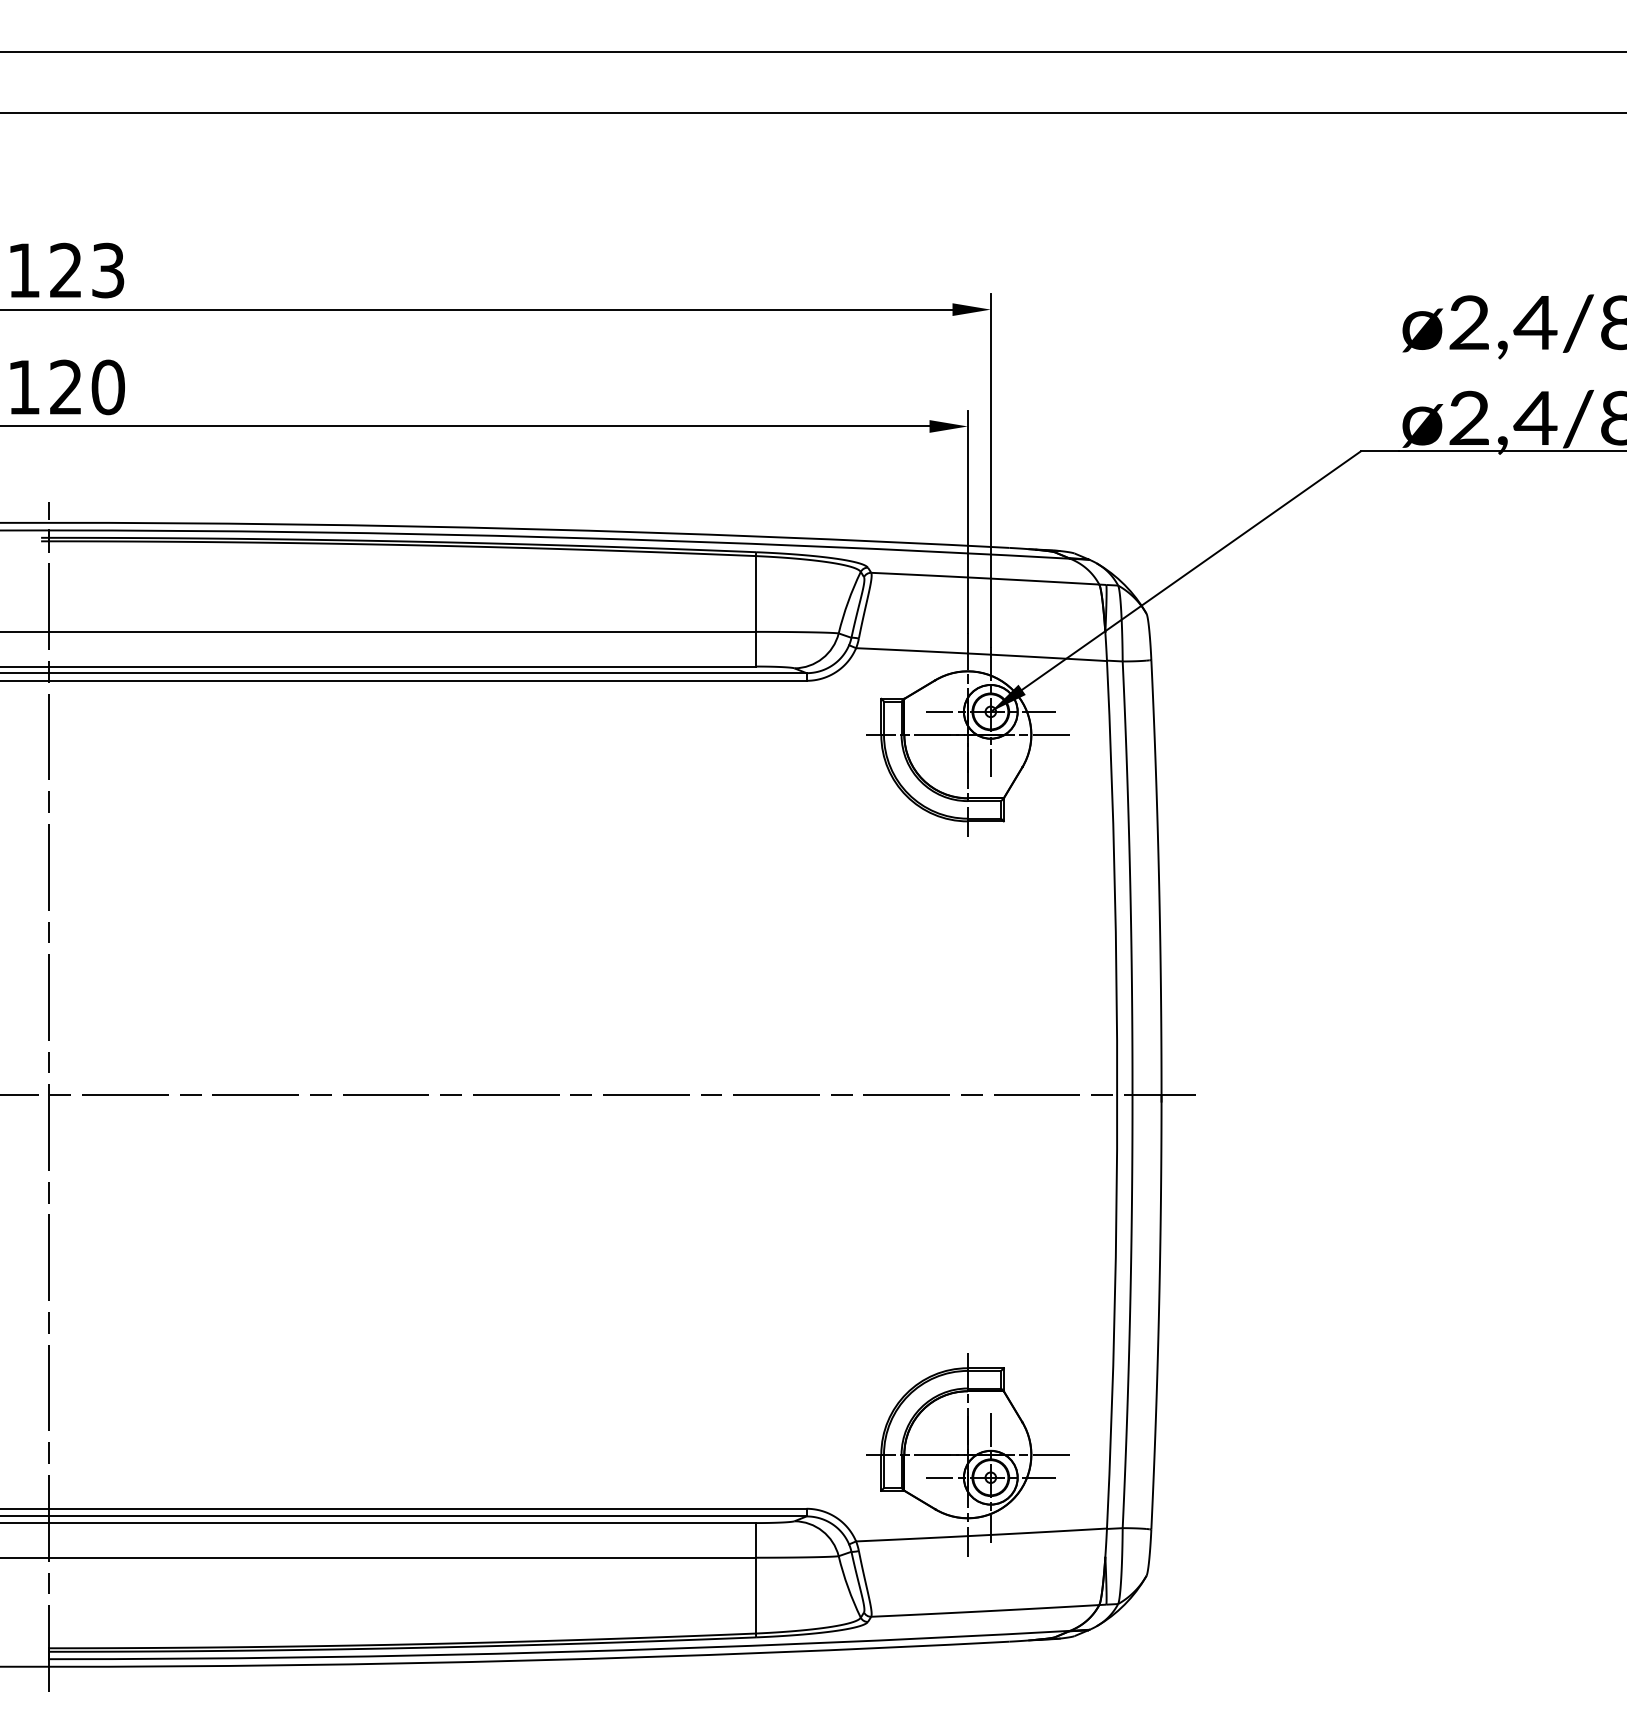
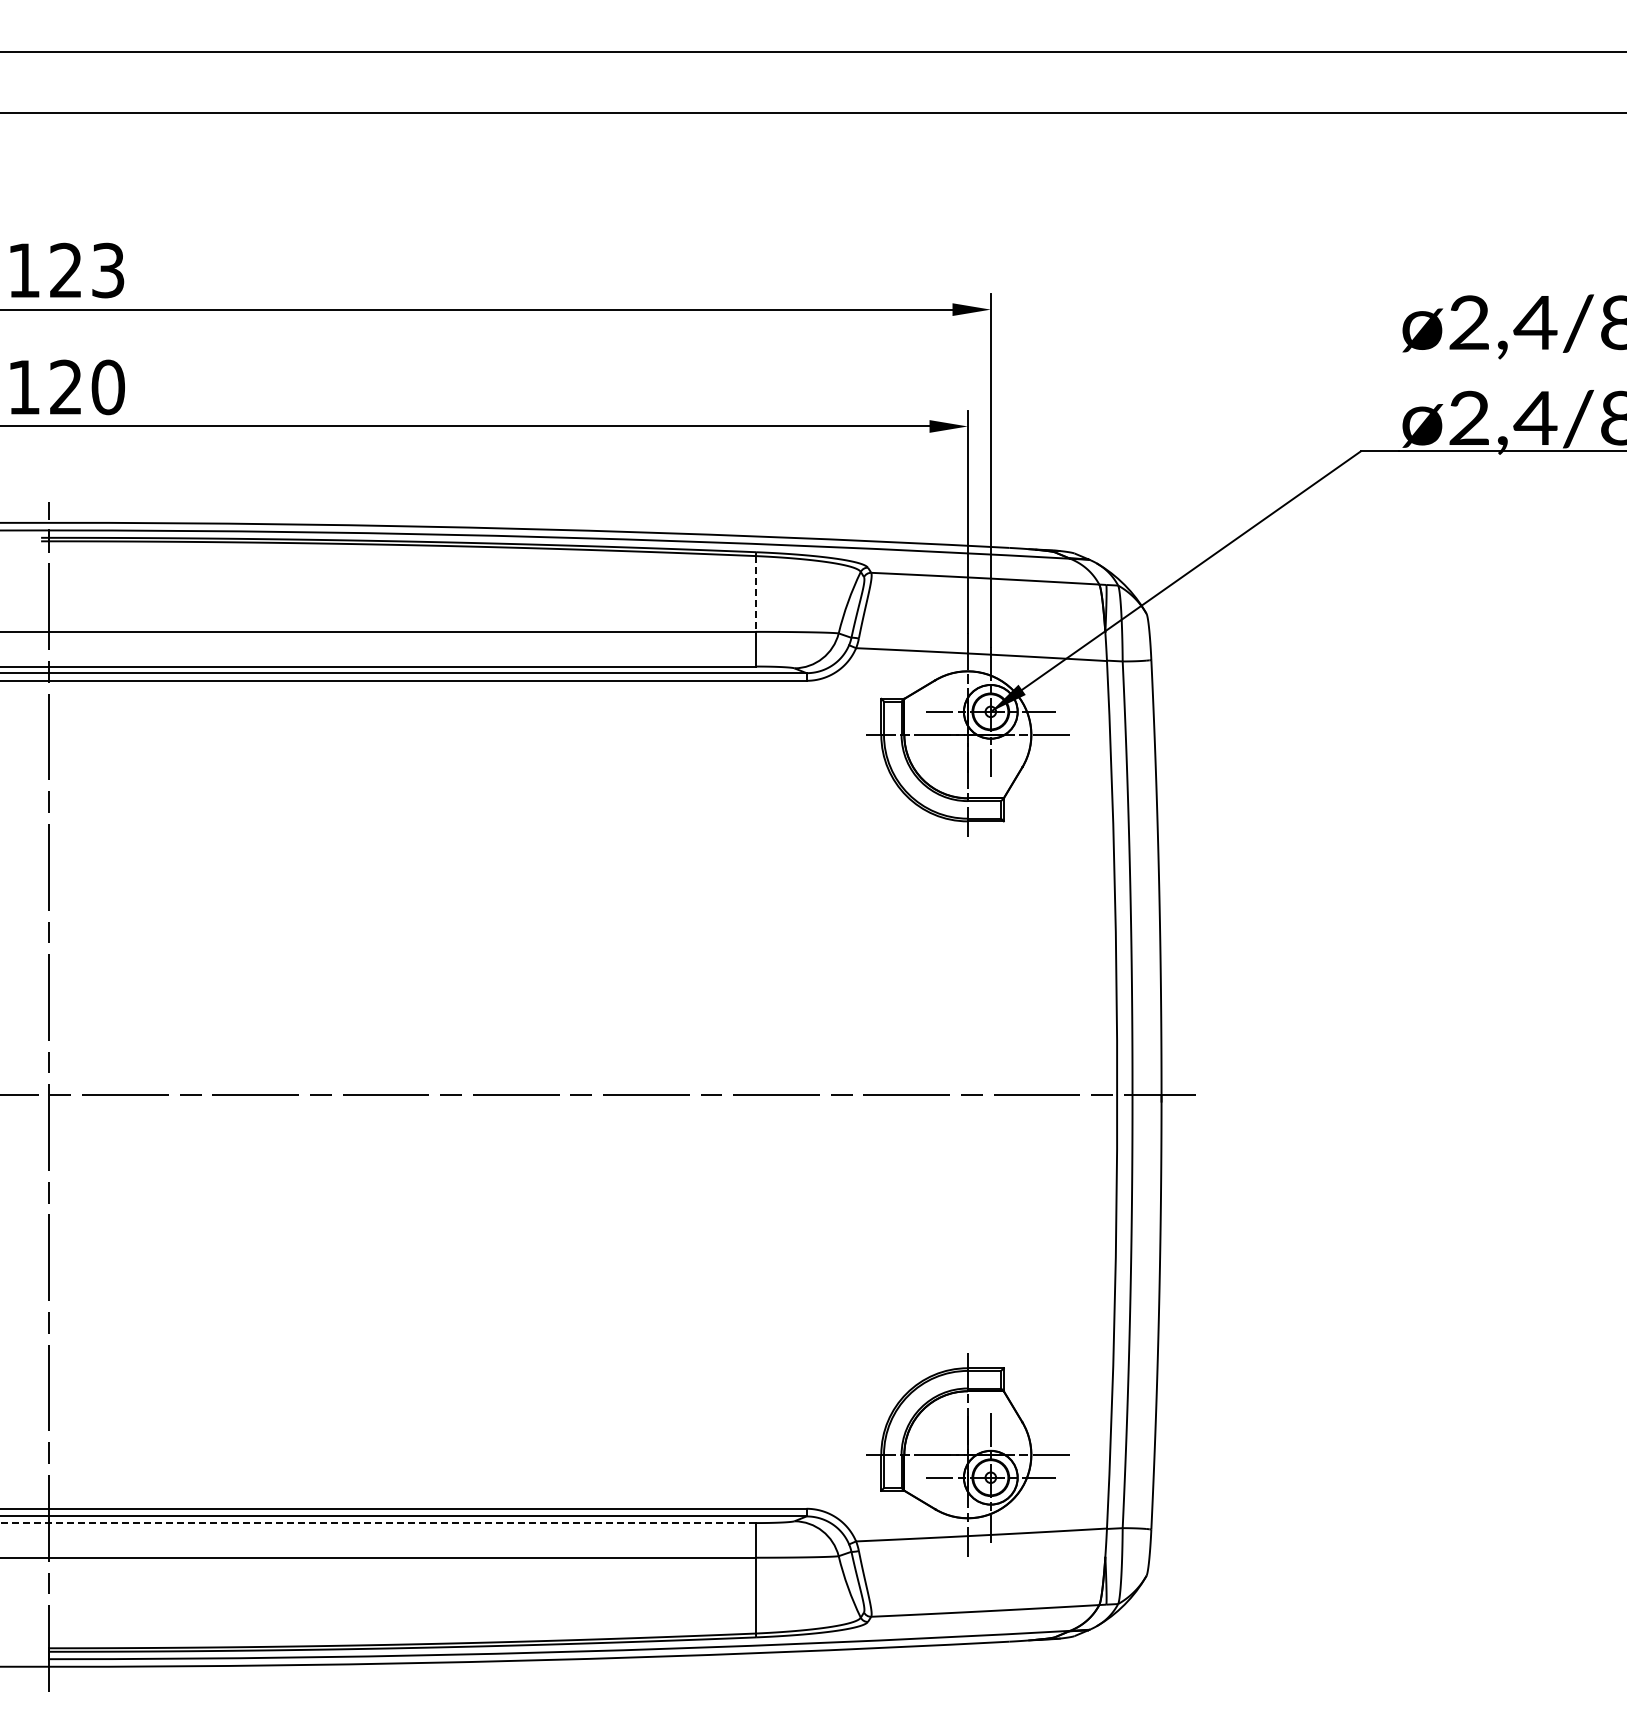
line at (755, 593): solid -> dashed
line at (378, 1523): solid -> dashed
